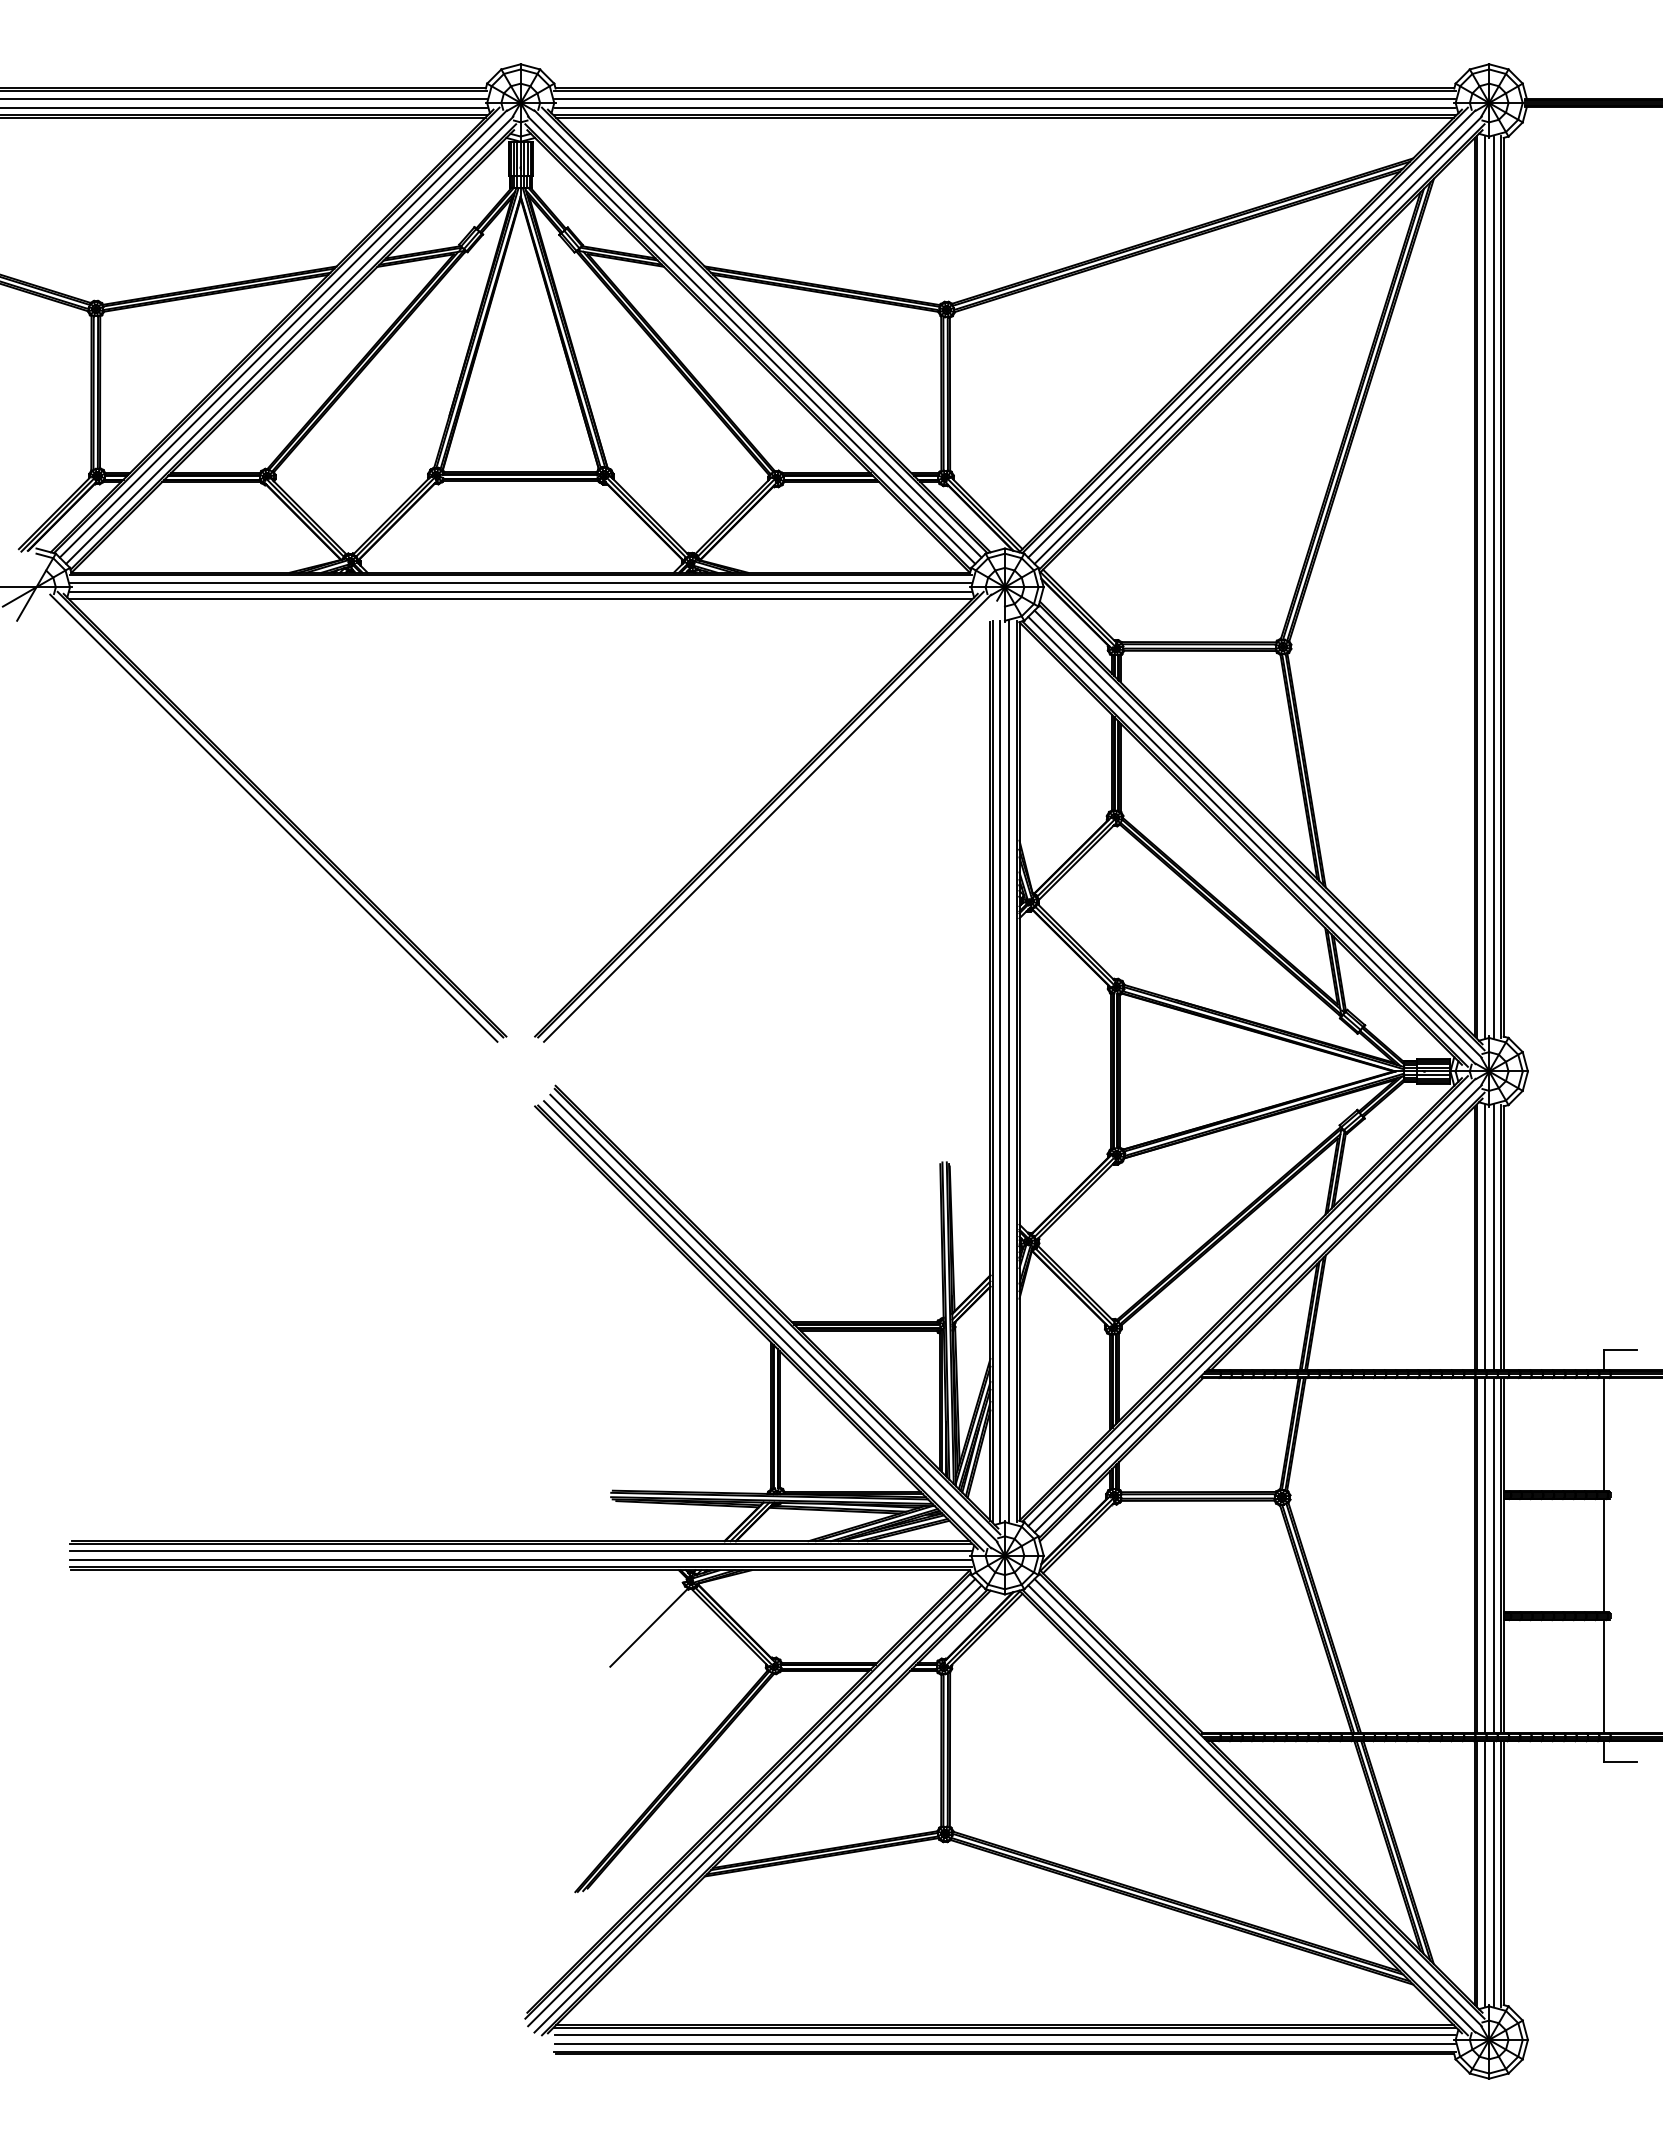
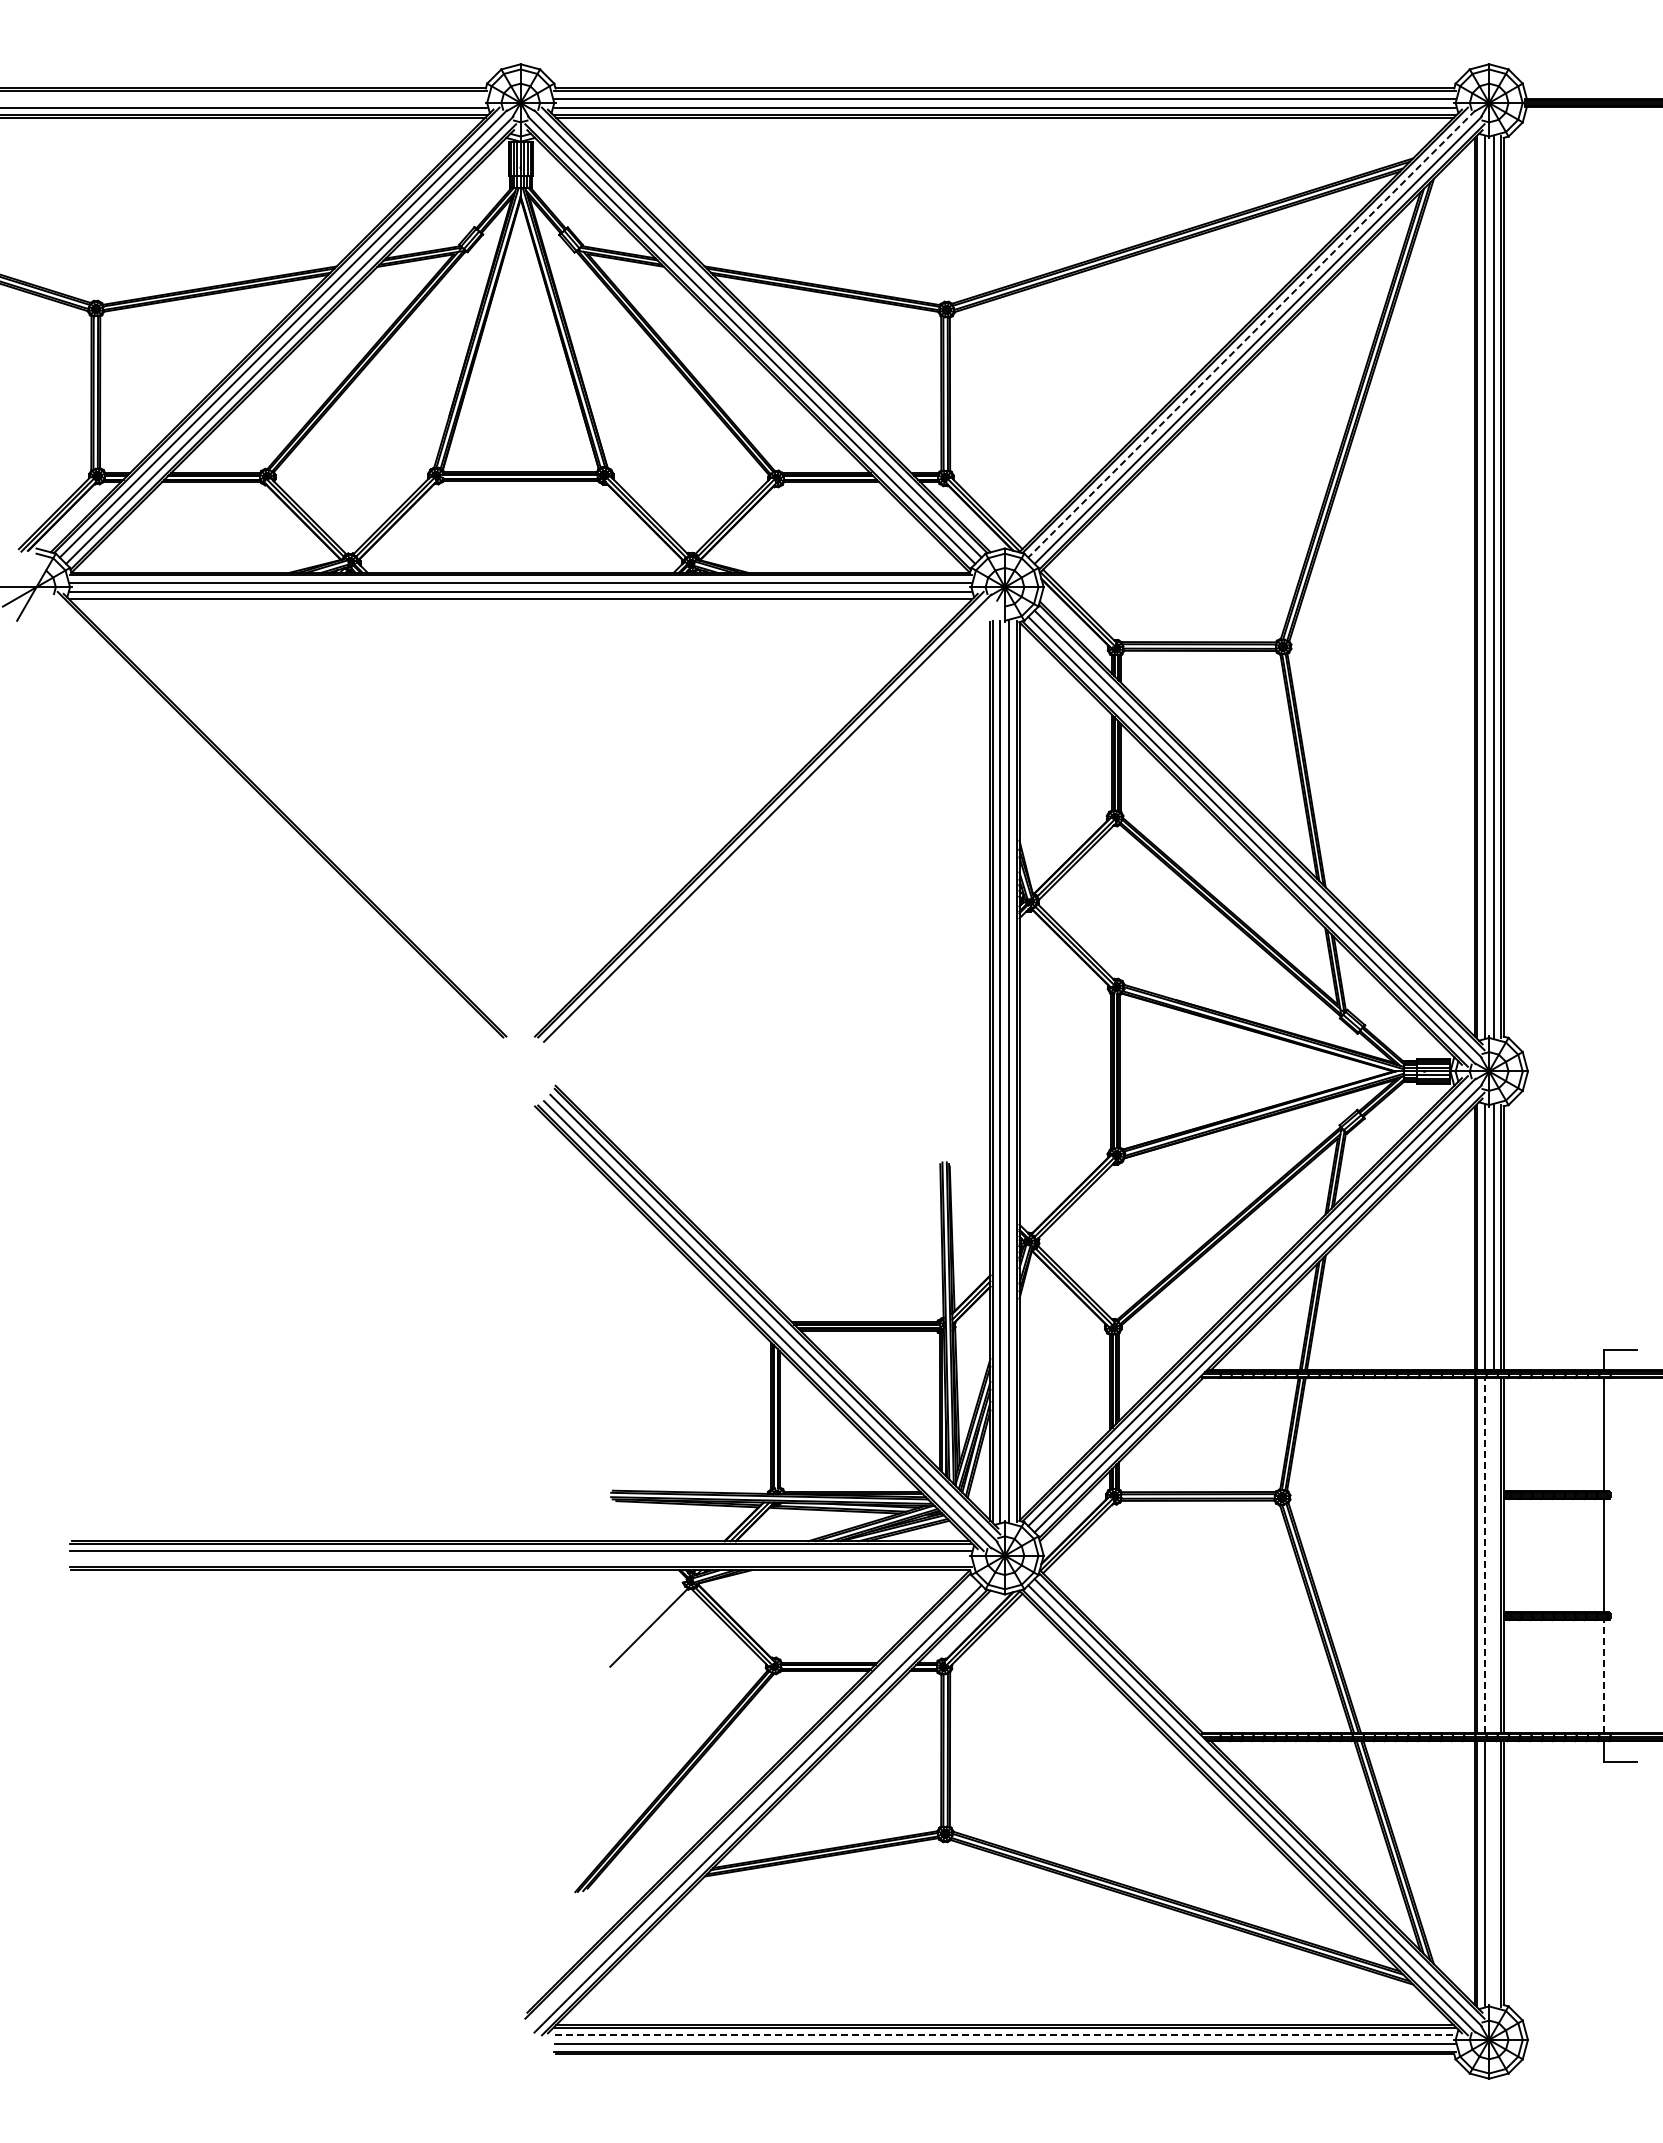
line at (244, 98): present -> none
line at (1251, 334): solid -> dashed
line at (273, 817): present -> none
line at (1484, 1555): solid -> dashed
line at (1493, 1555): present -> none
line at (520, 1560): present -> none
line at (1604, 1676): solid -> dashed
line at (751, 1802): present -> none
line at (1493, 1873): present -> none
line at (1005, 2035): solid -> dashed
